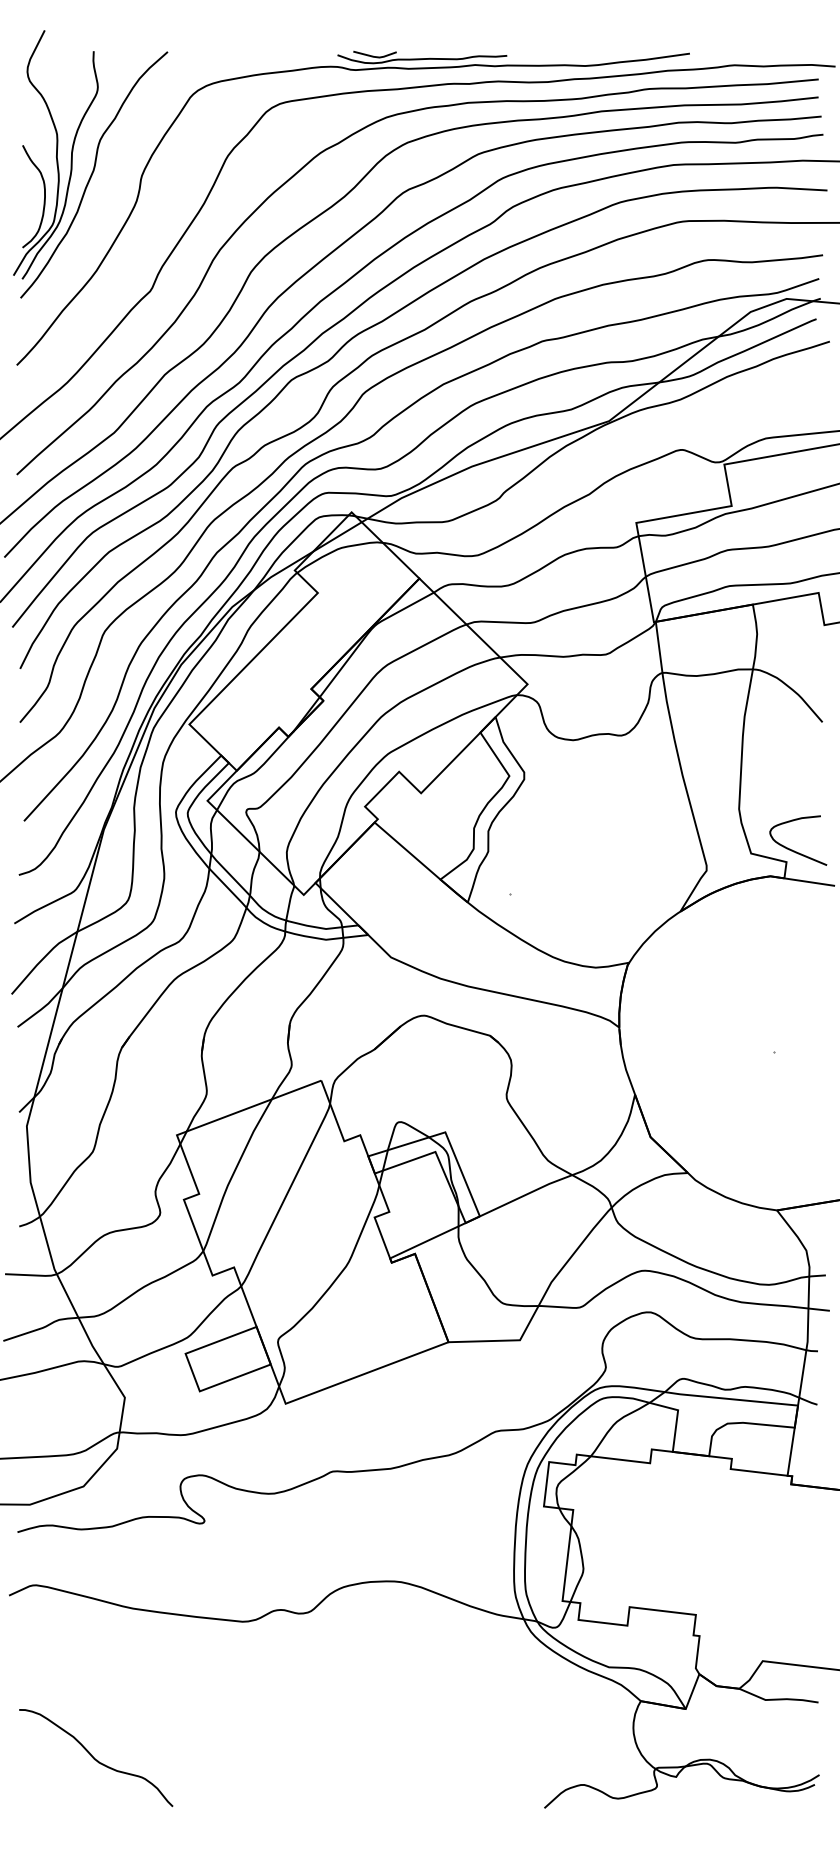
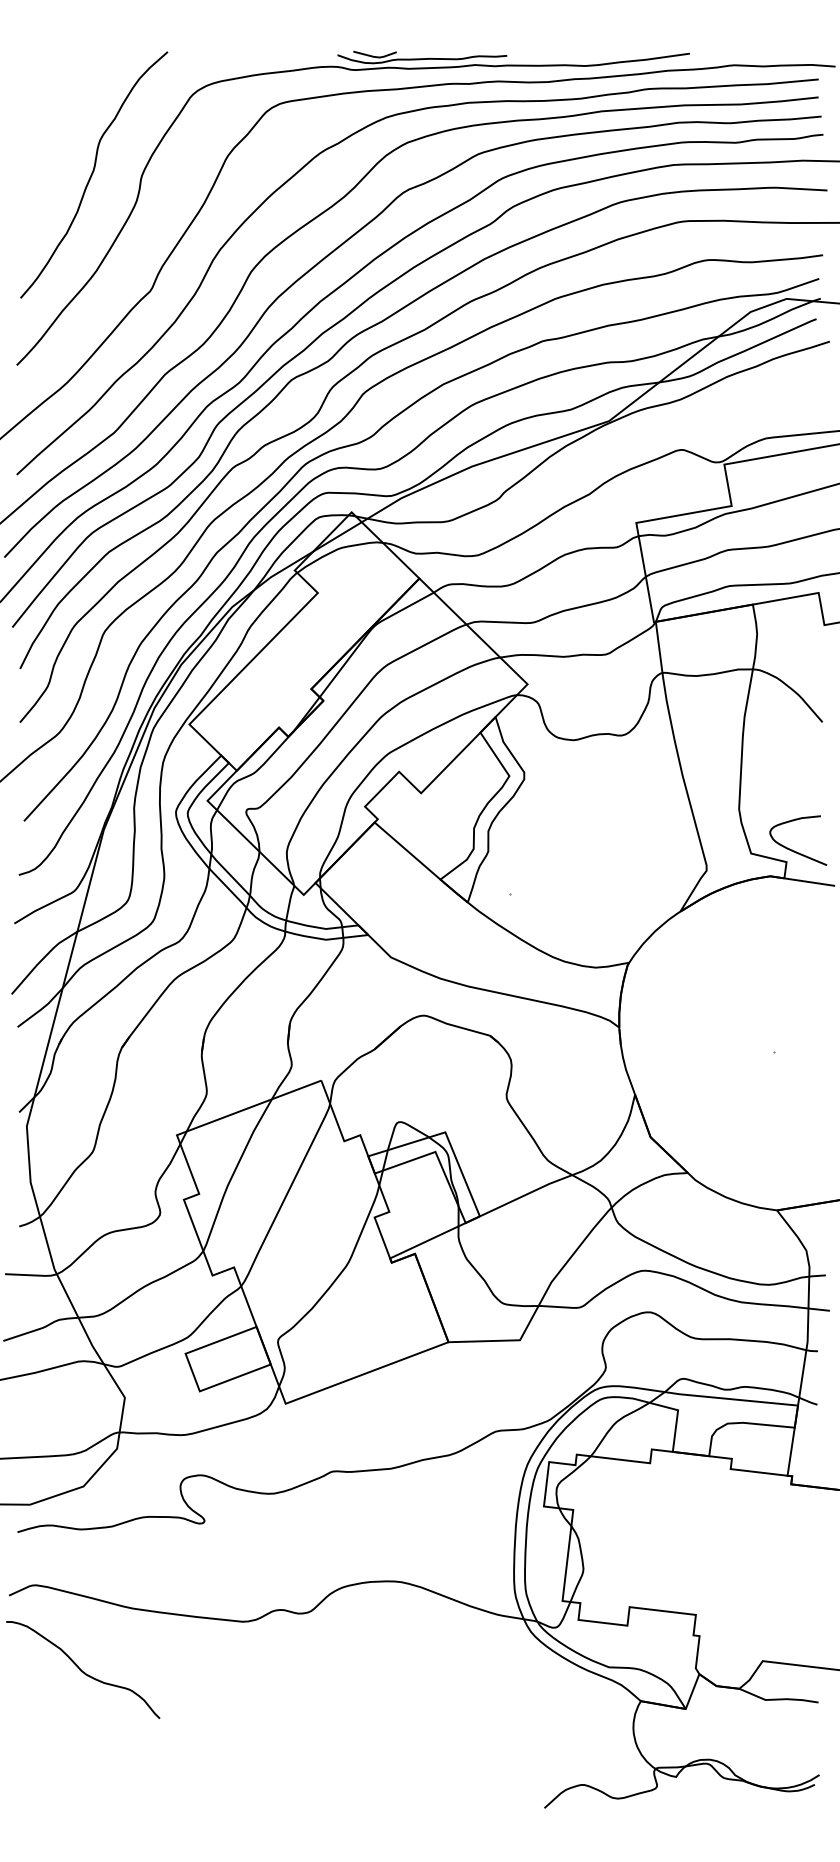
part at (55, 154): present -> none
curve at (95, 1758) position: (95, 1758) -> (82, 1670)
